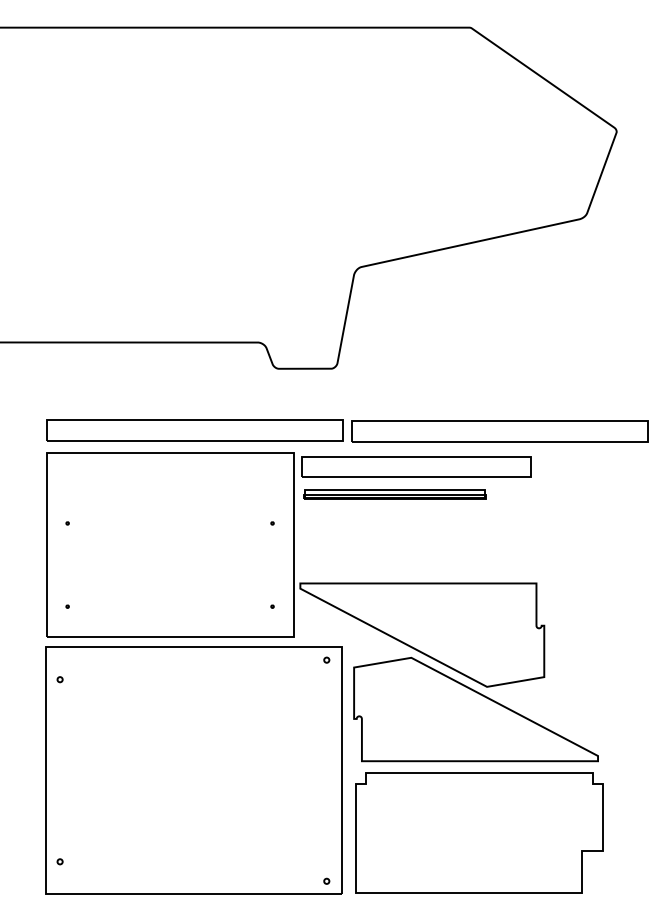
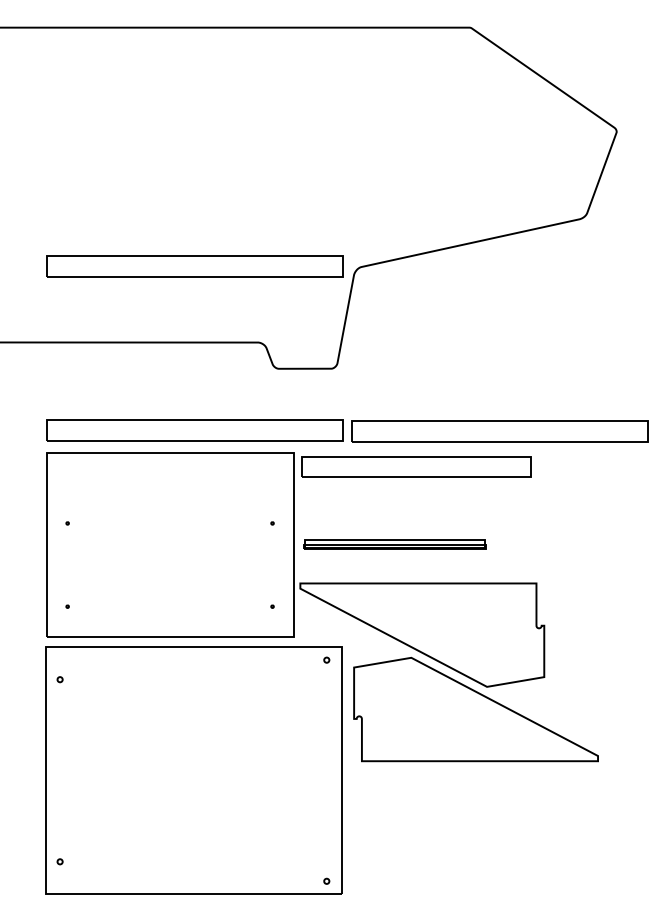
part at (194, 266): none -> present
part at (394, 494) position: (394, 494) -> (394, 544)
part at (479, 832): present -> none
